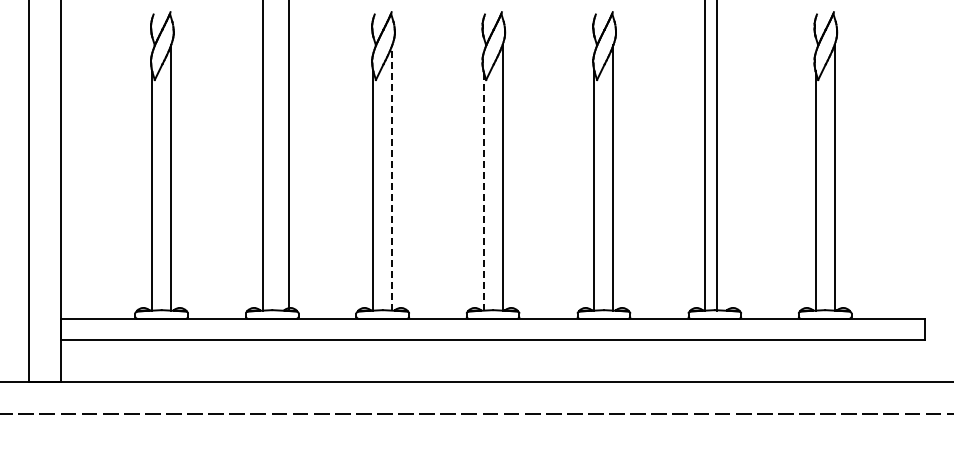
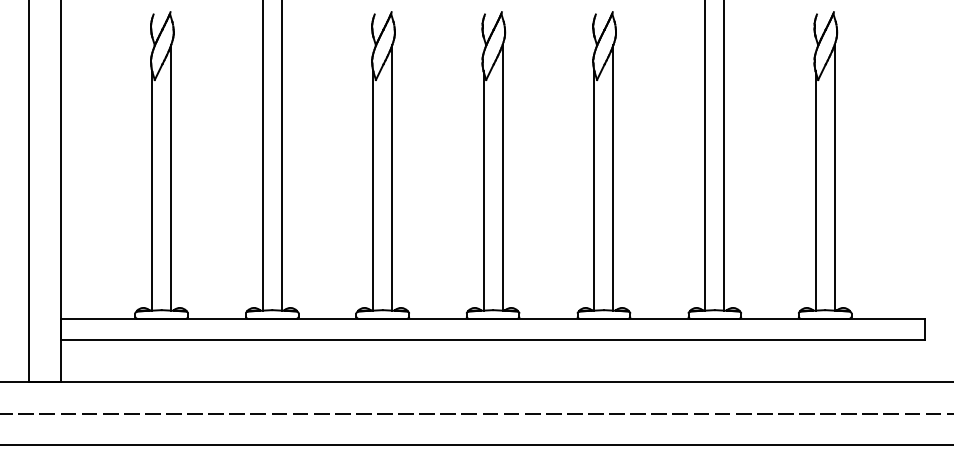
line at (288, 156) position: (288, 156) -> (281, 156)
line at (717, 156) position: (717, 156) -> (724, 156)
line at (392, 177): dashed -> solid
line at (483, 190): dashed -> solid
line at (476, 445): none -> present
